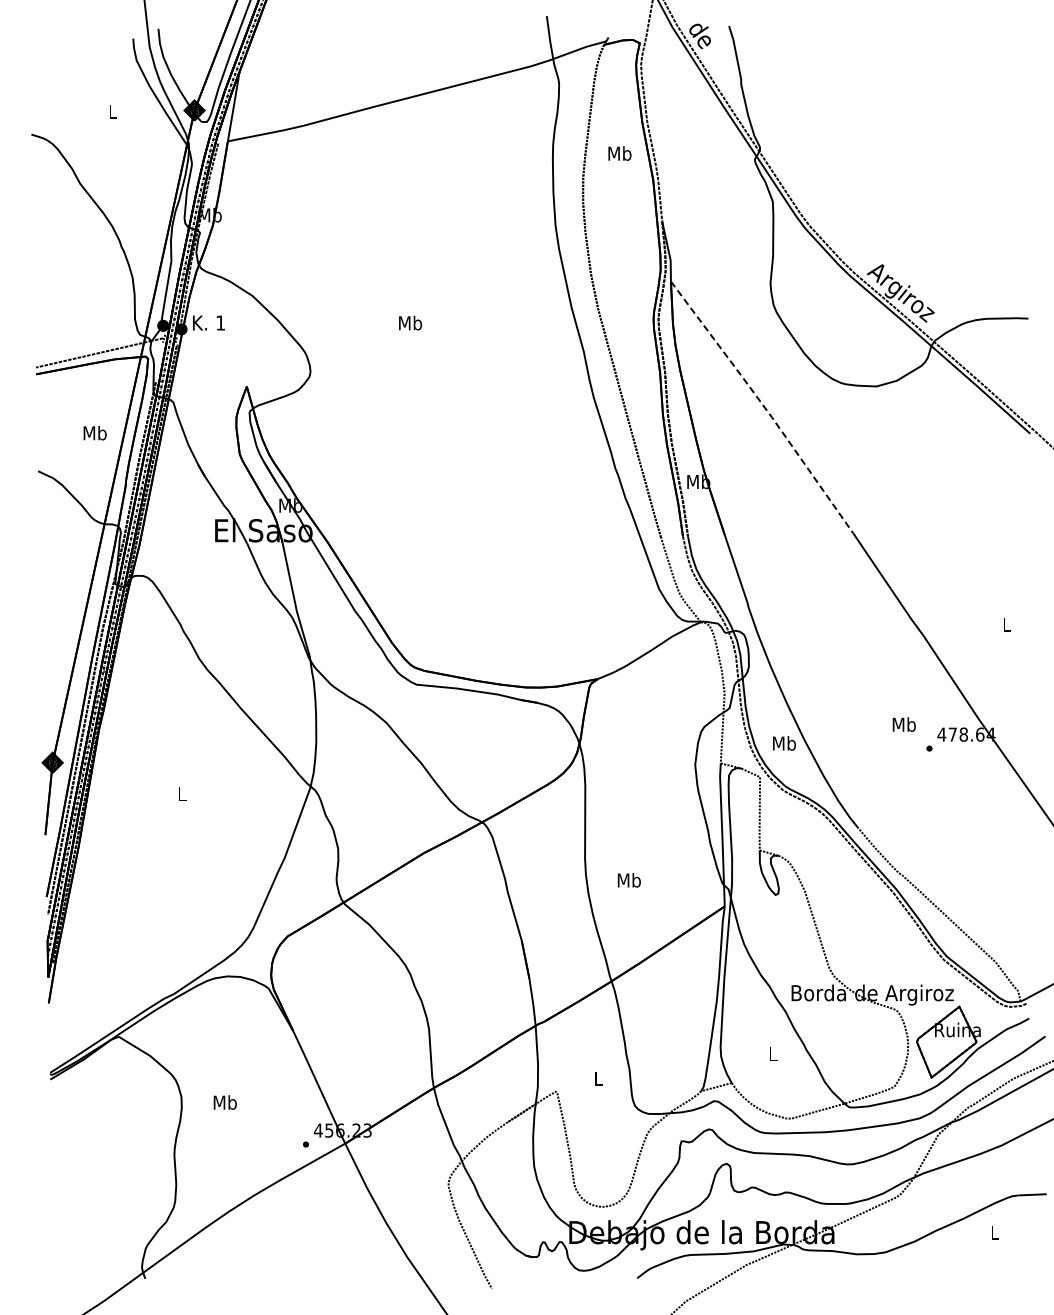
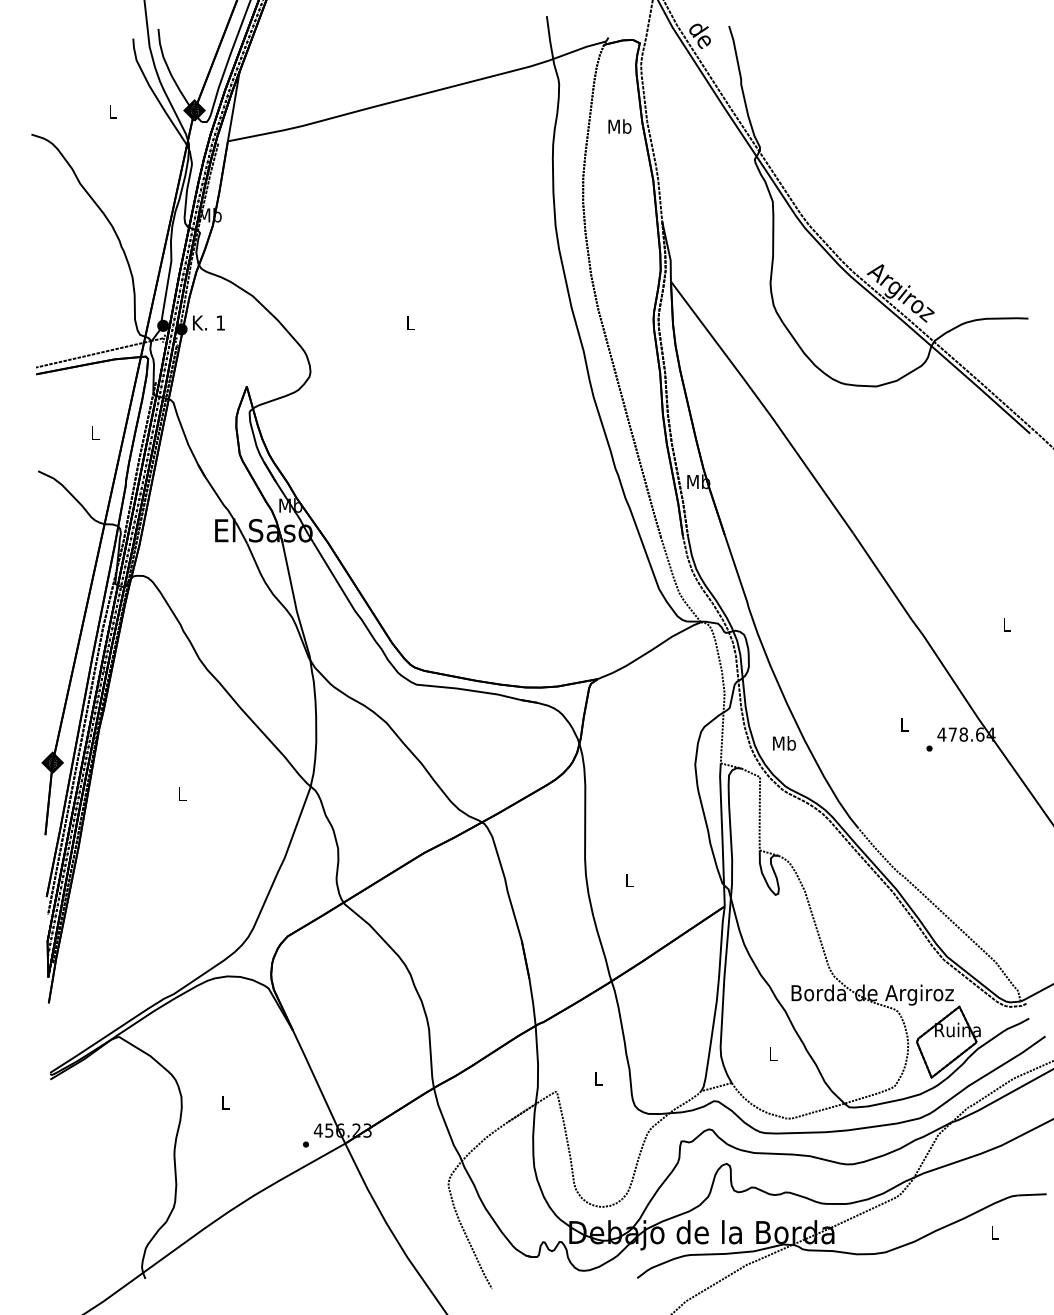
text at (619, 153) position: (619, 153) -> (619, 126)
text at (410, 322): Mb -> L
line at (763, 406): dashed -> solid
text at (94, 432): Mb -> L
text at (903, 724): Mb -> L
text at (628, 880): Mb -> L
text at (224, 1102): Mb -> L
